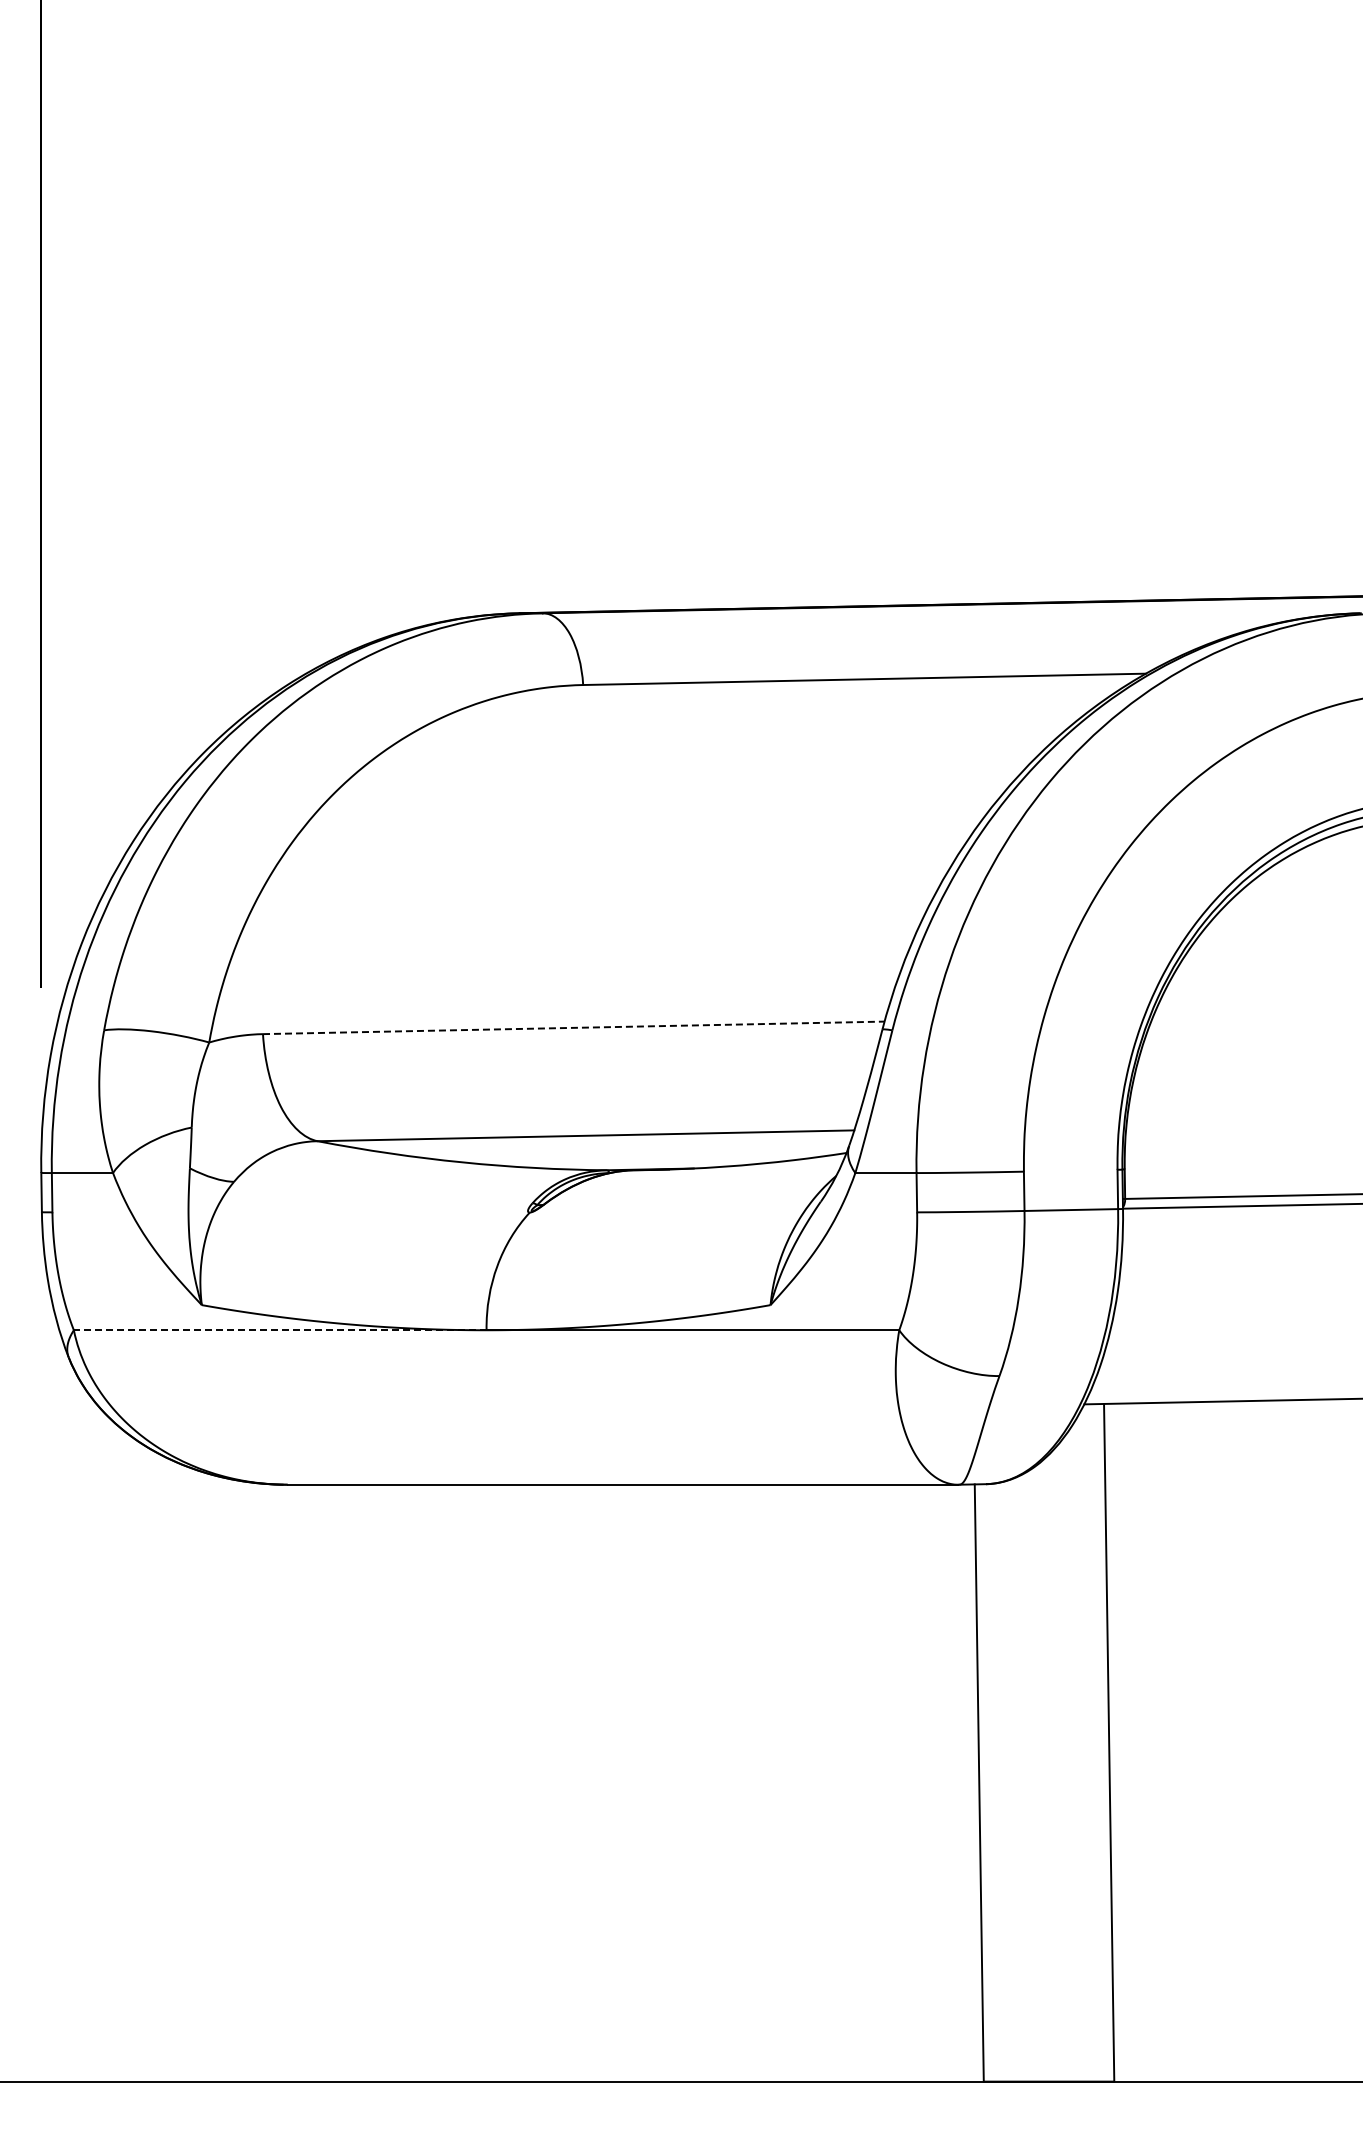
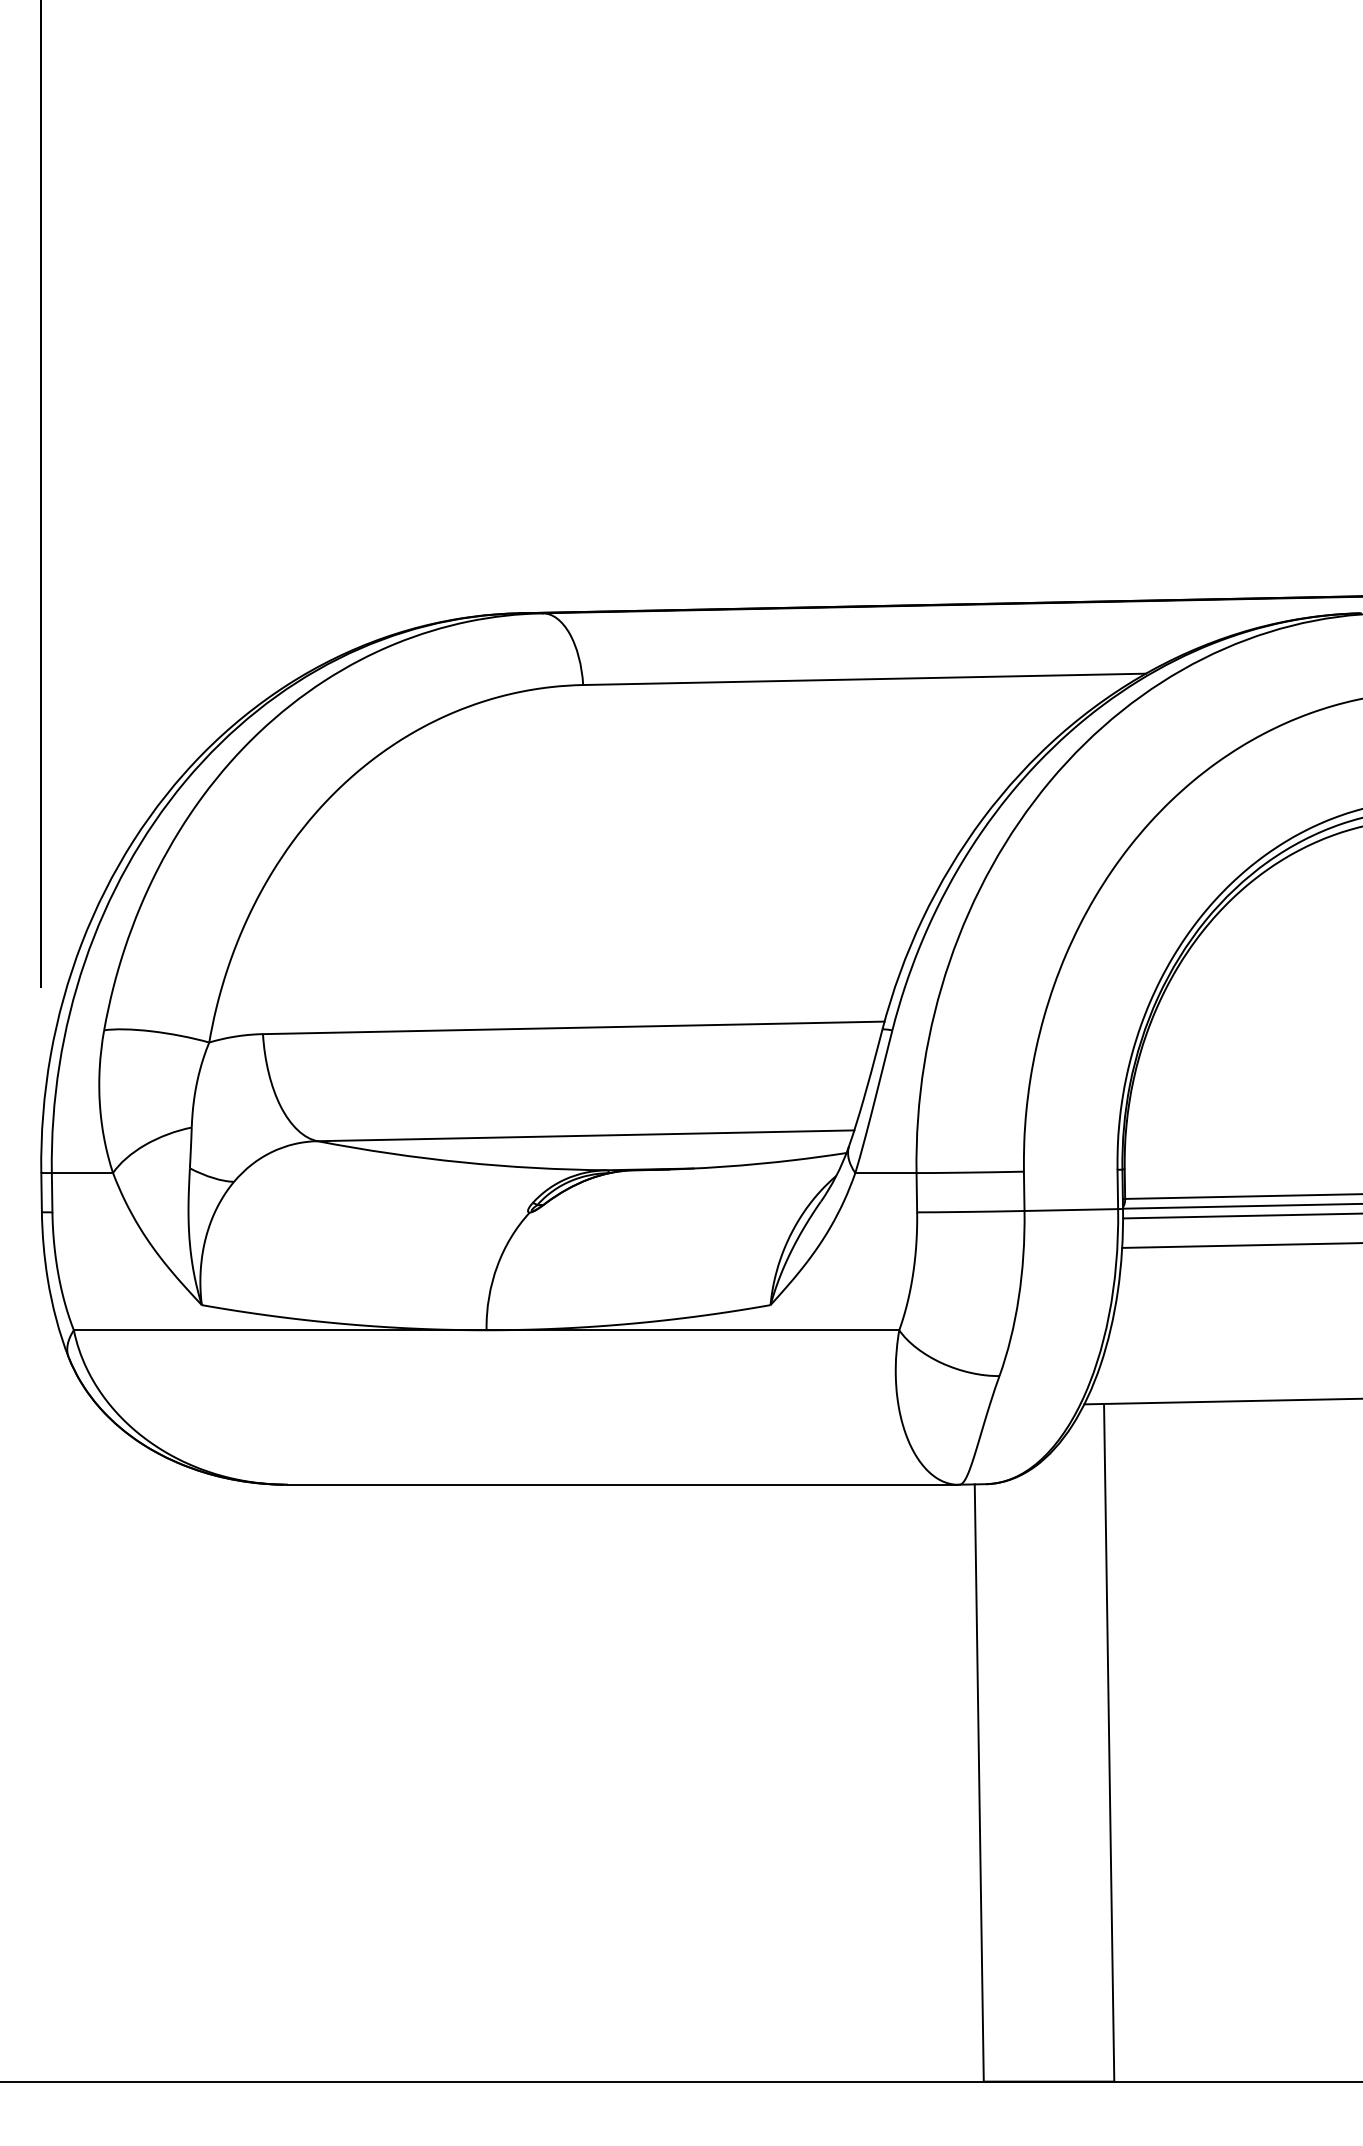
line at (573, 1027): dashed -> solid
line at (1241, 1215): none -> present
line at (1240, 1245): none -> present
line at (279, 1330): dashed -> solid
